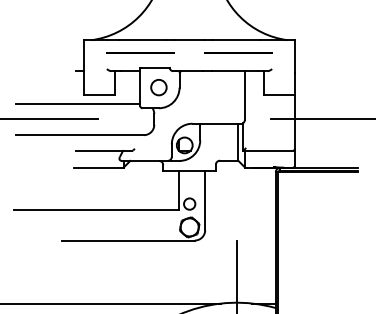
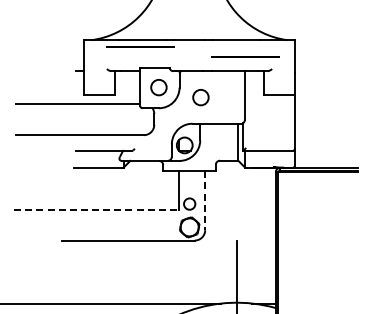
line at (140, 52) position: (140, 52) -> (140, 46)
line at (238, 52) position: (238, 52) -> (245, 56)
circle at (200, 97): none -> present
line at (50, 119): present -> none
line at (321, 119): present -> none
line at (205, 201): solid -> dashed
line at (96, 209): solid -> dashed
